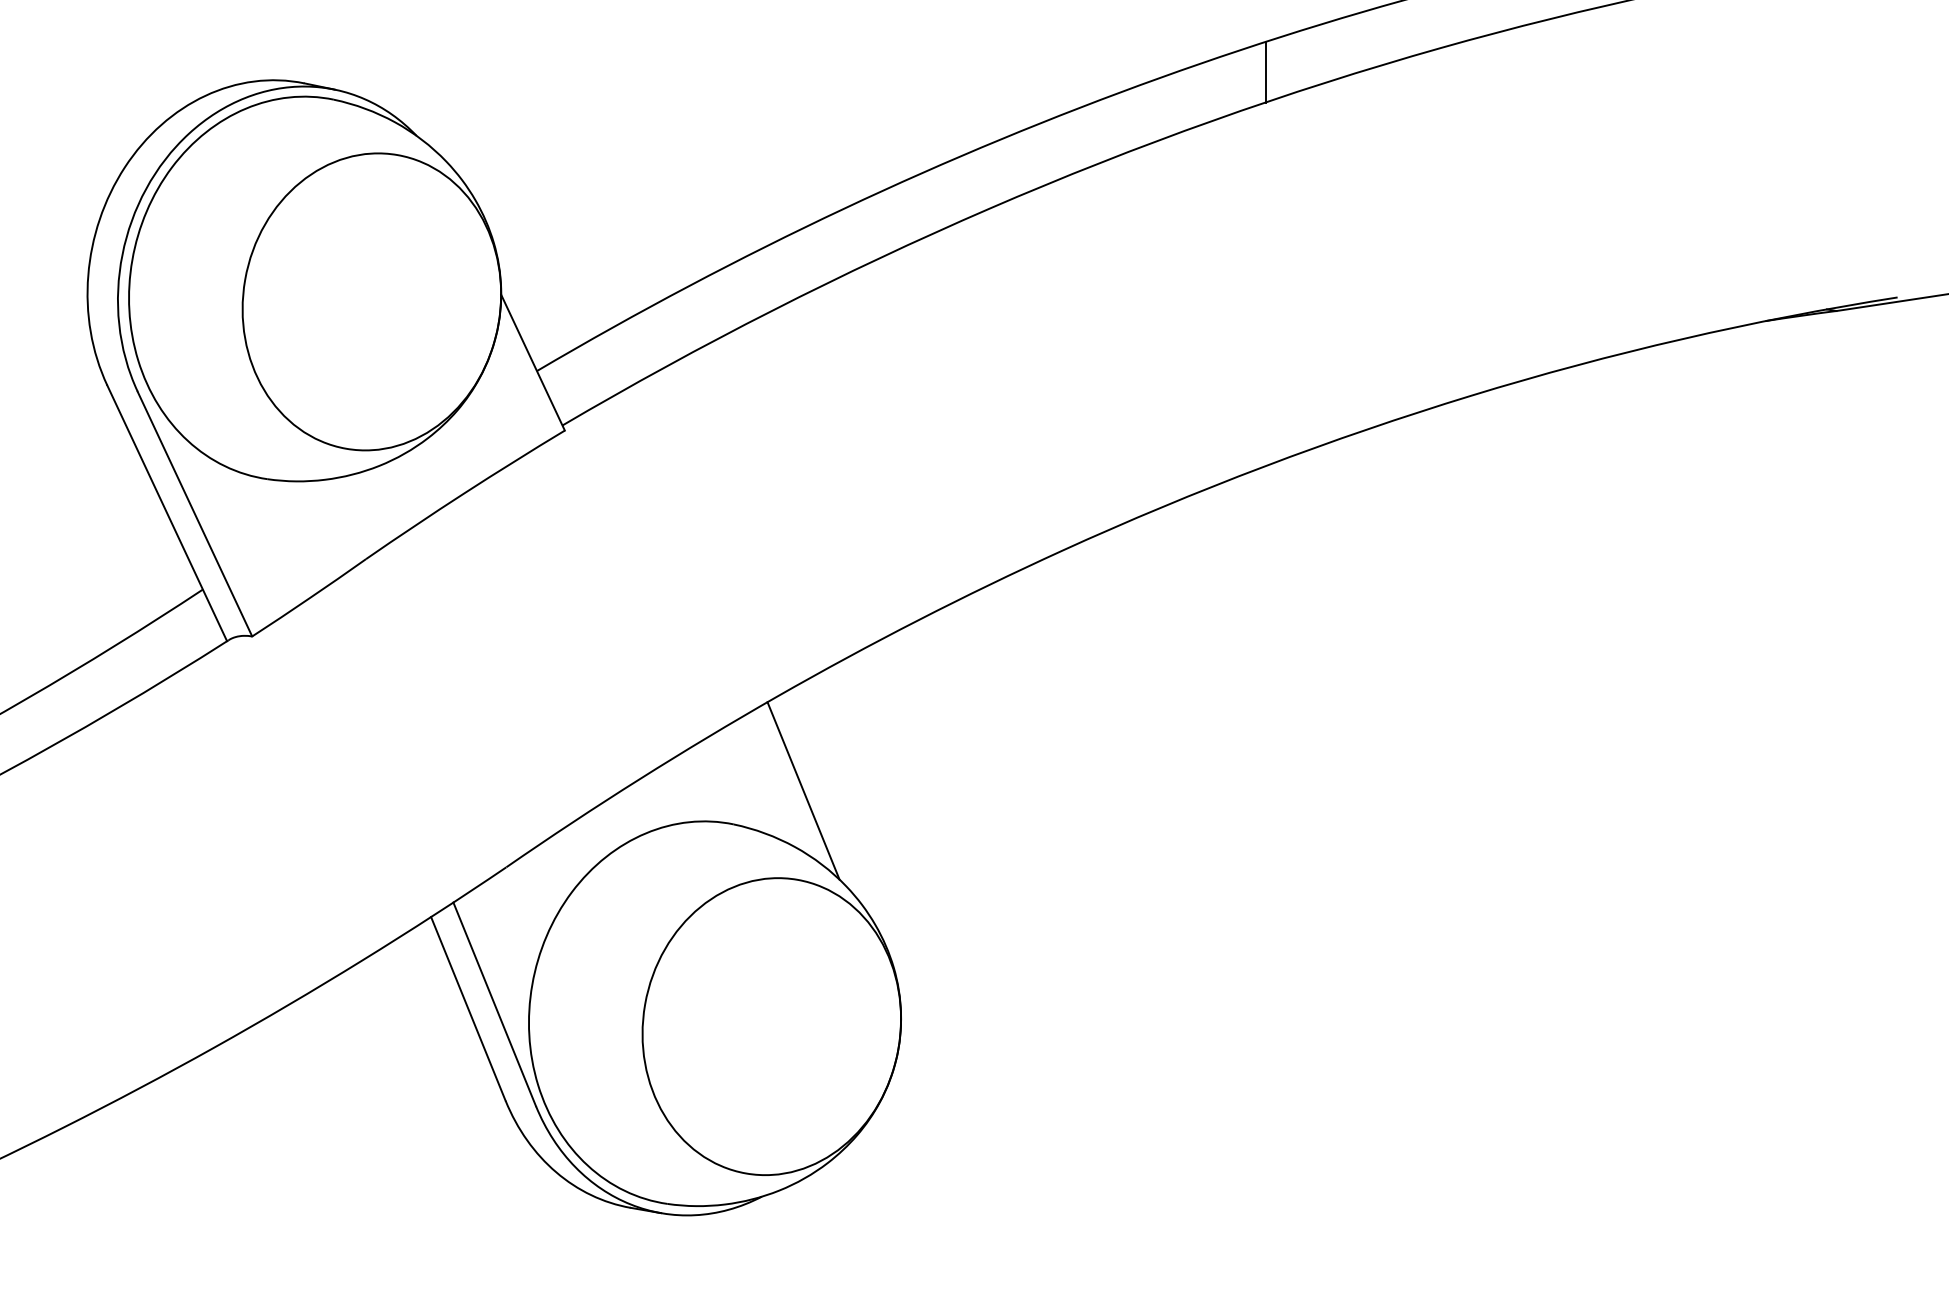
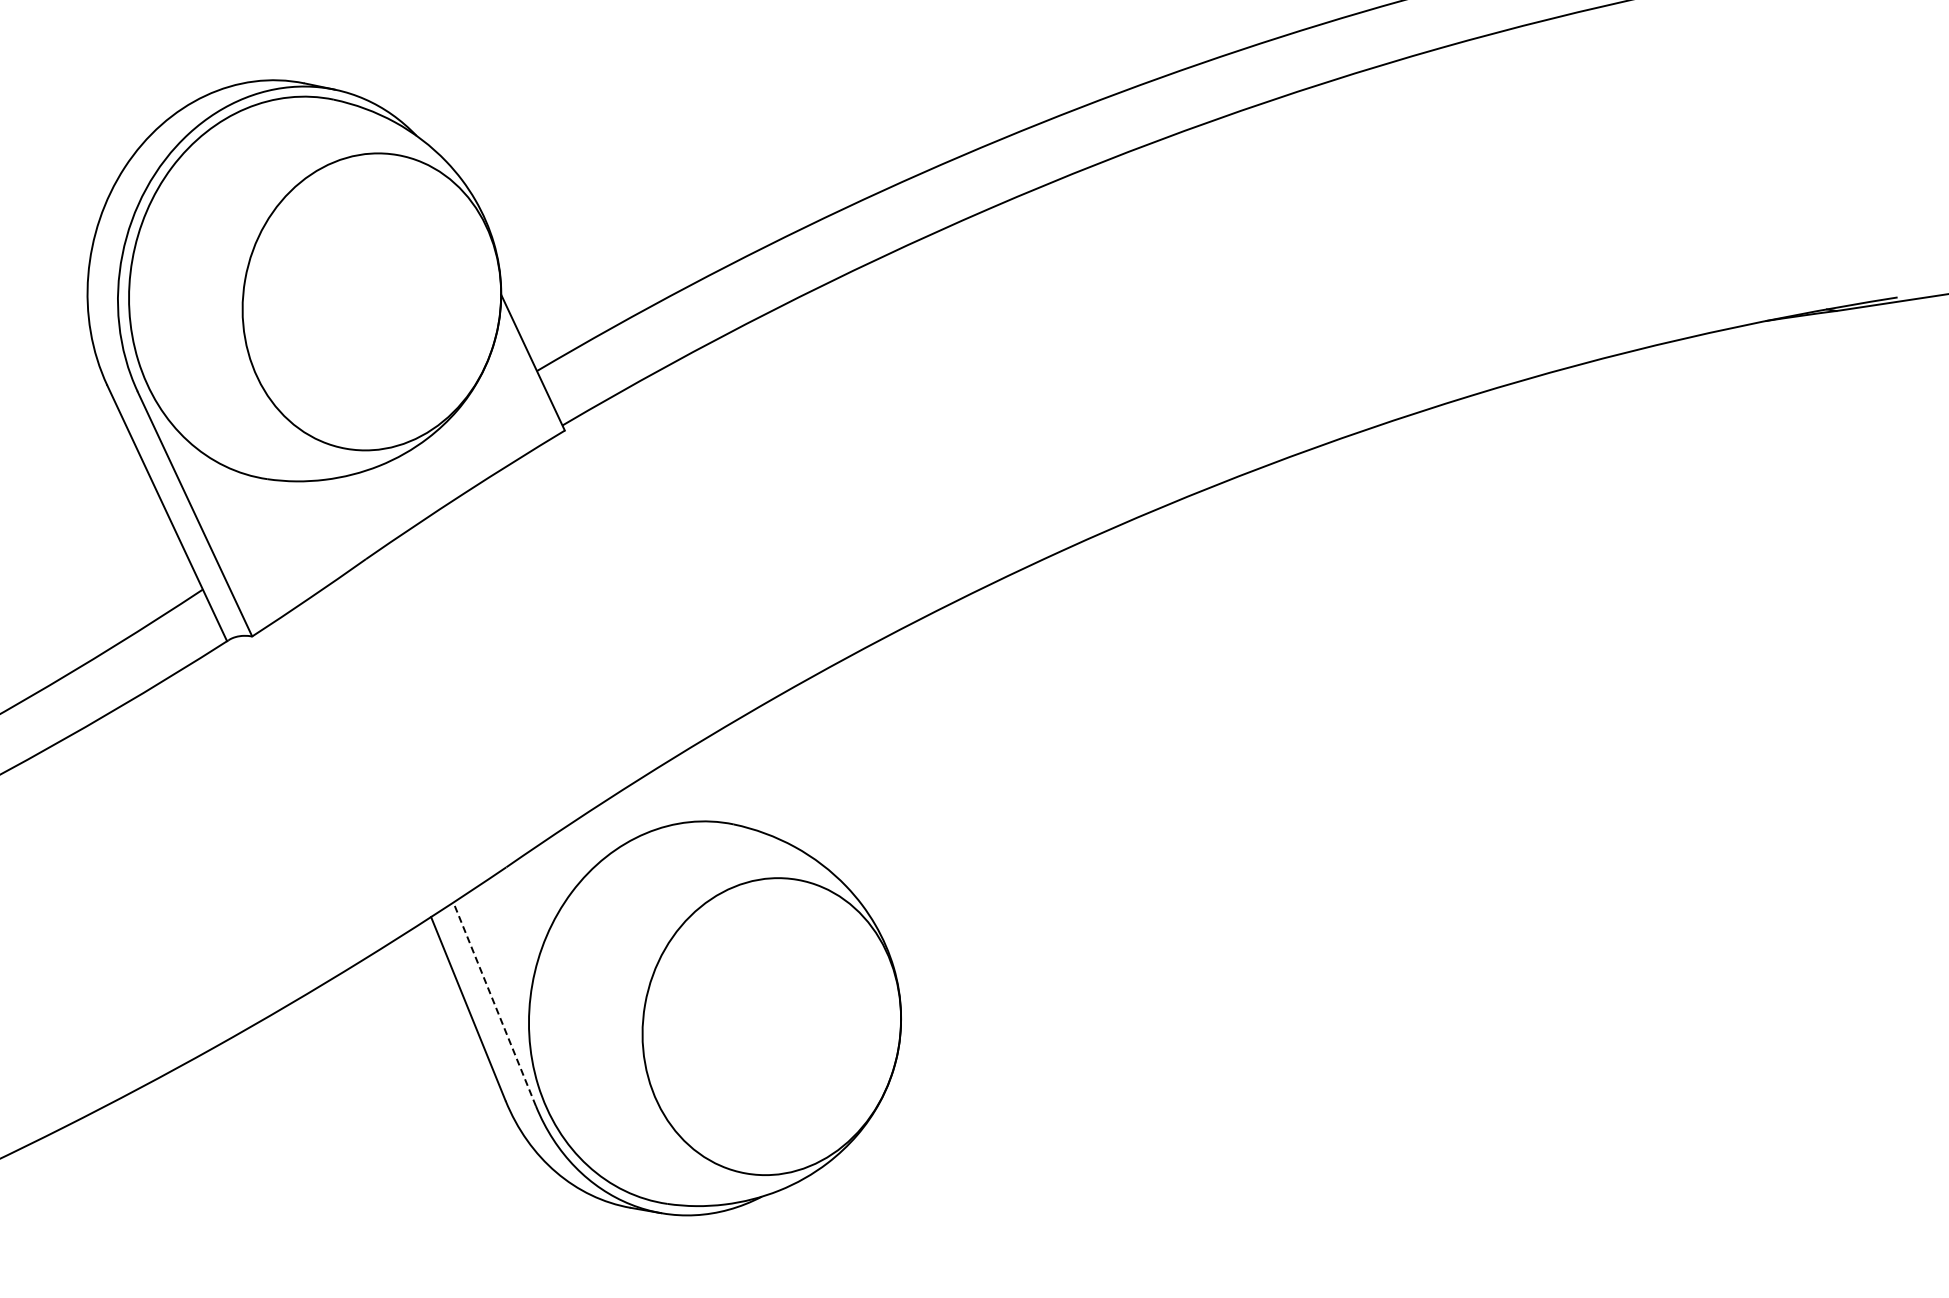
line at (1265, 71): present -> none
line at (803, 790): present -> none
line at (494, 1004): solid -> dashed
